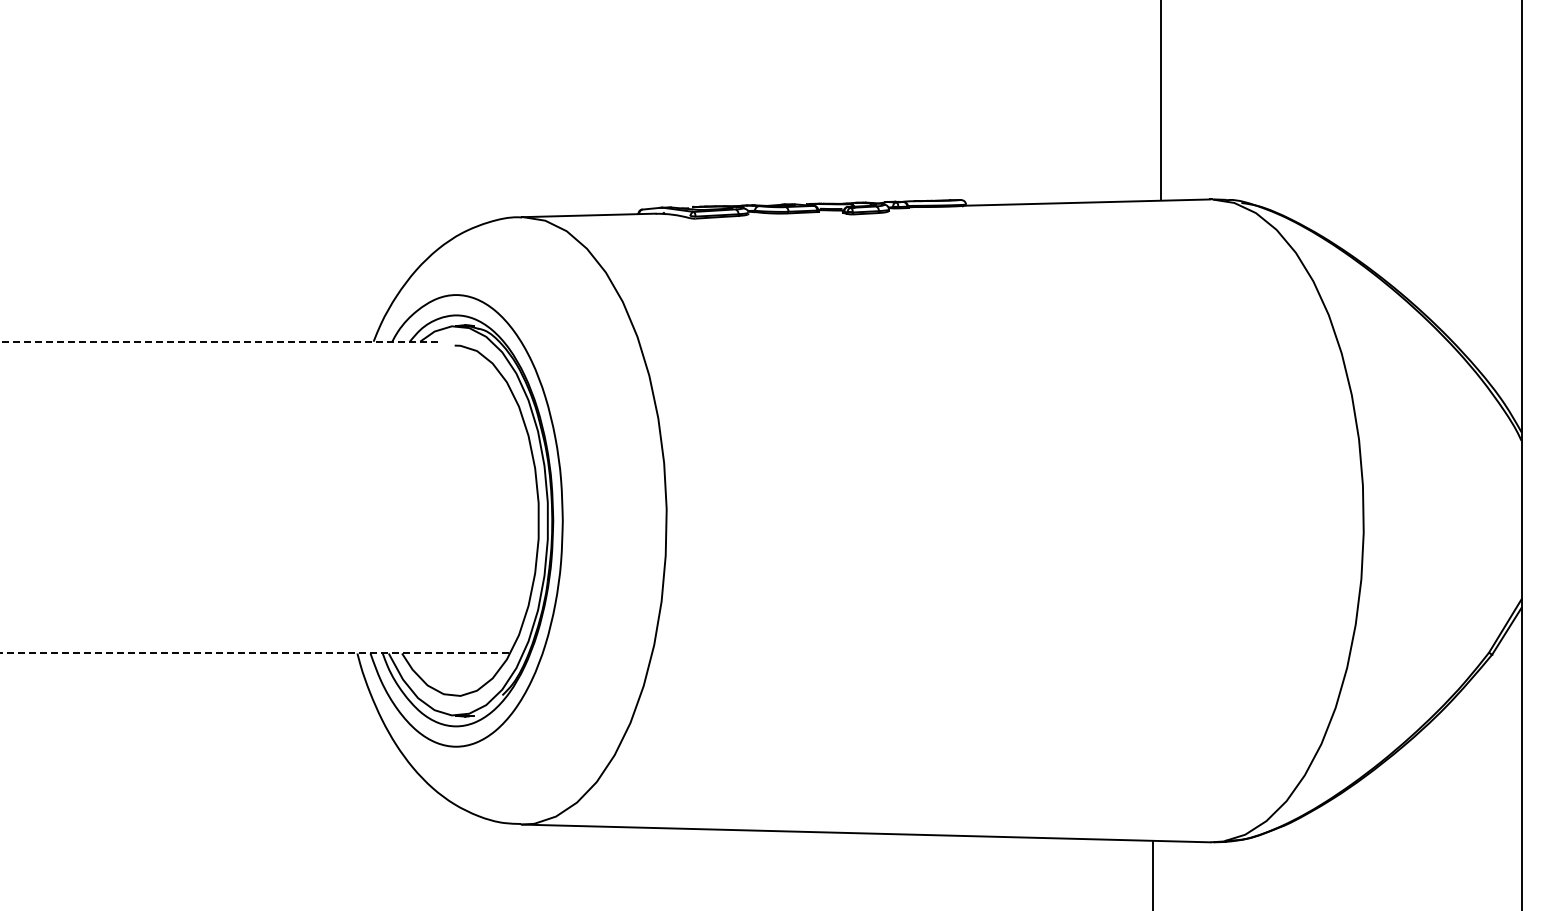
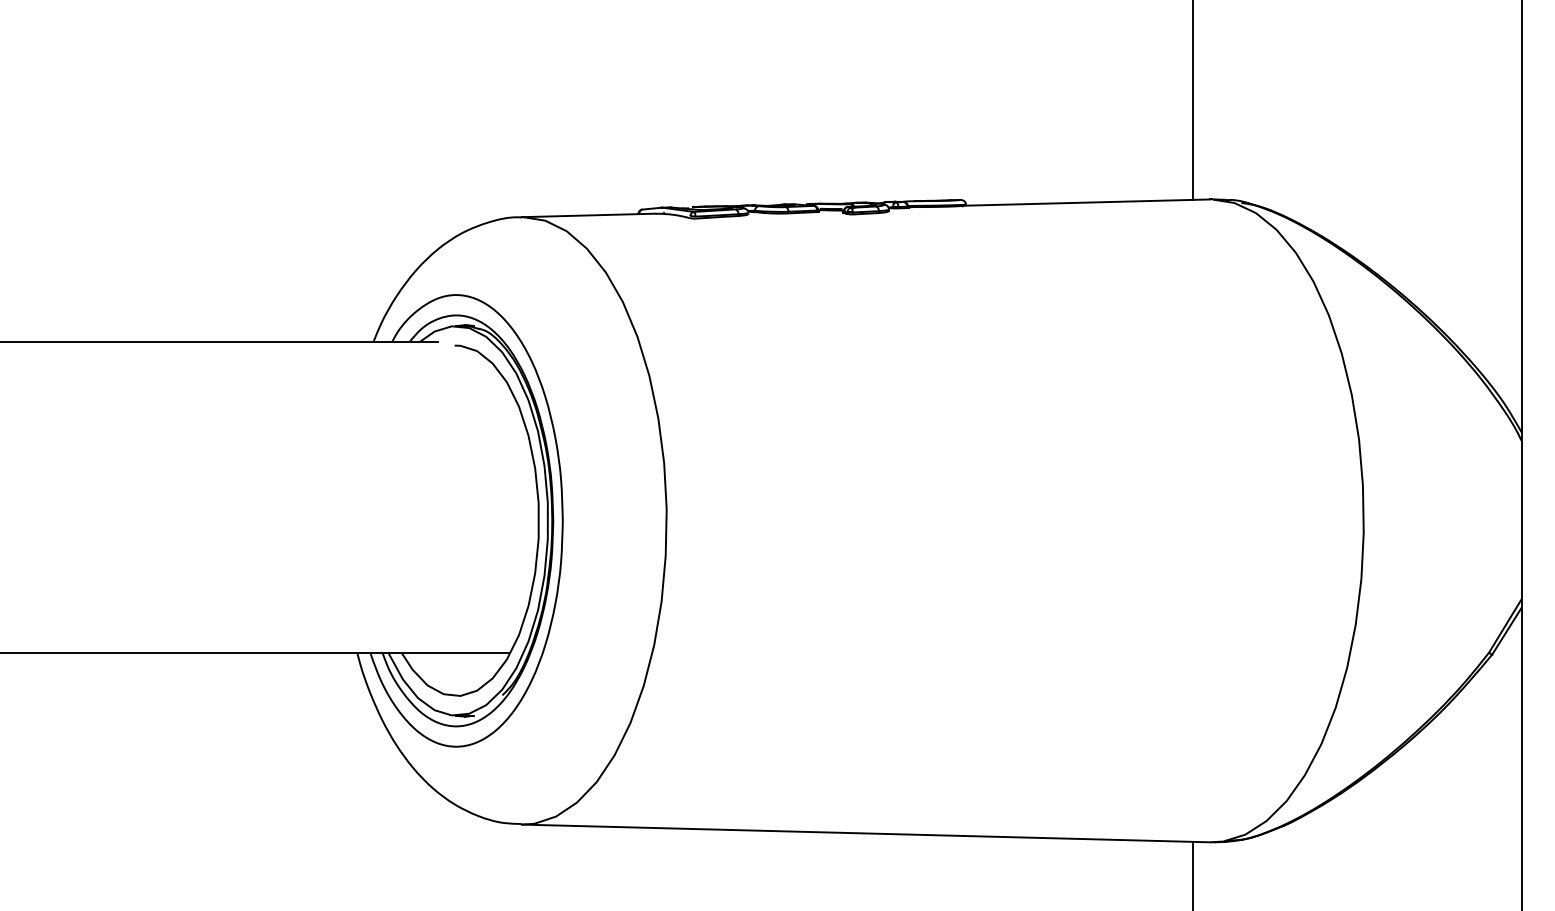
line at (1161, 100) position: (1161, 100) -> (1193, 100)
line at (219, 341): dashed -> solid
line at (255, 653): dashed -> solid
line at (1153, 874) position: (1153, 874) -> (1193, 874)
